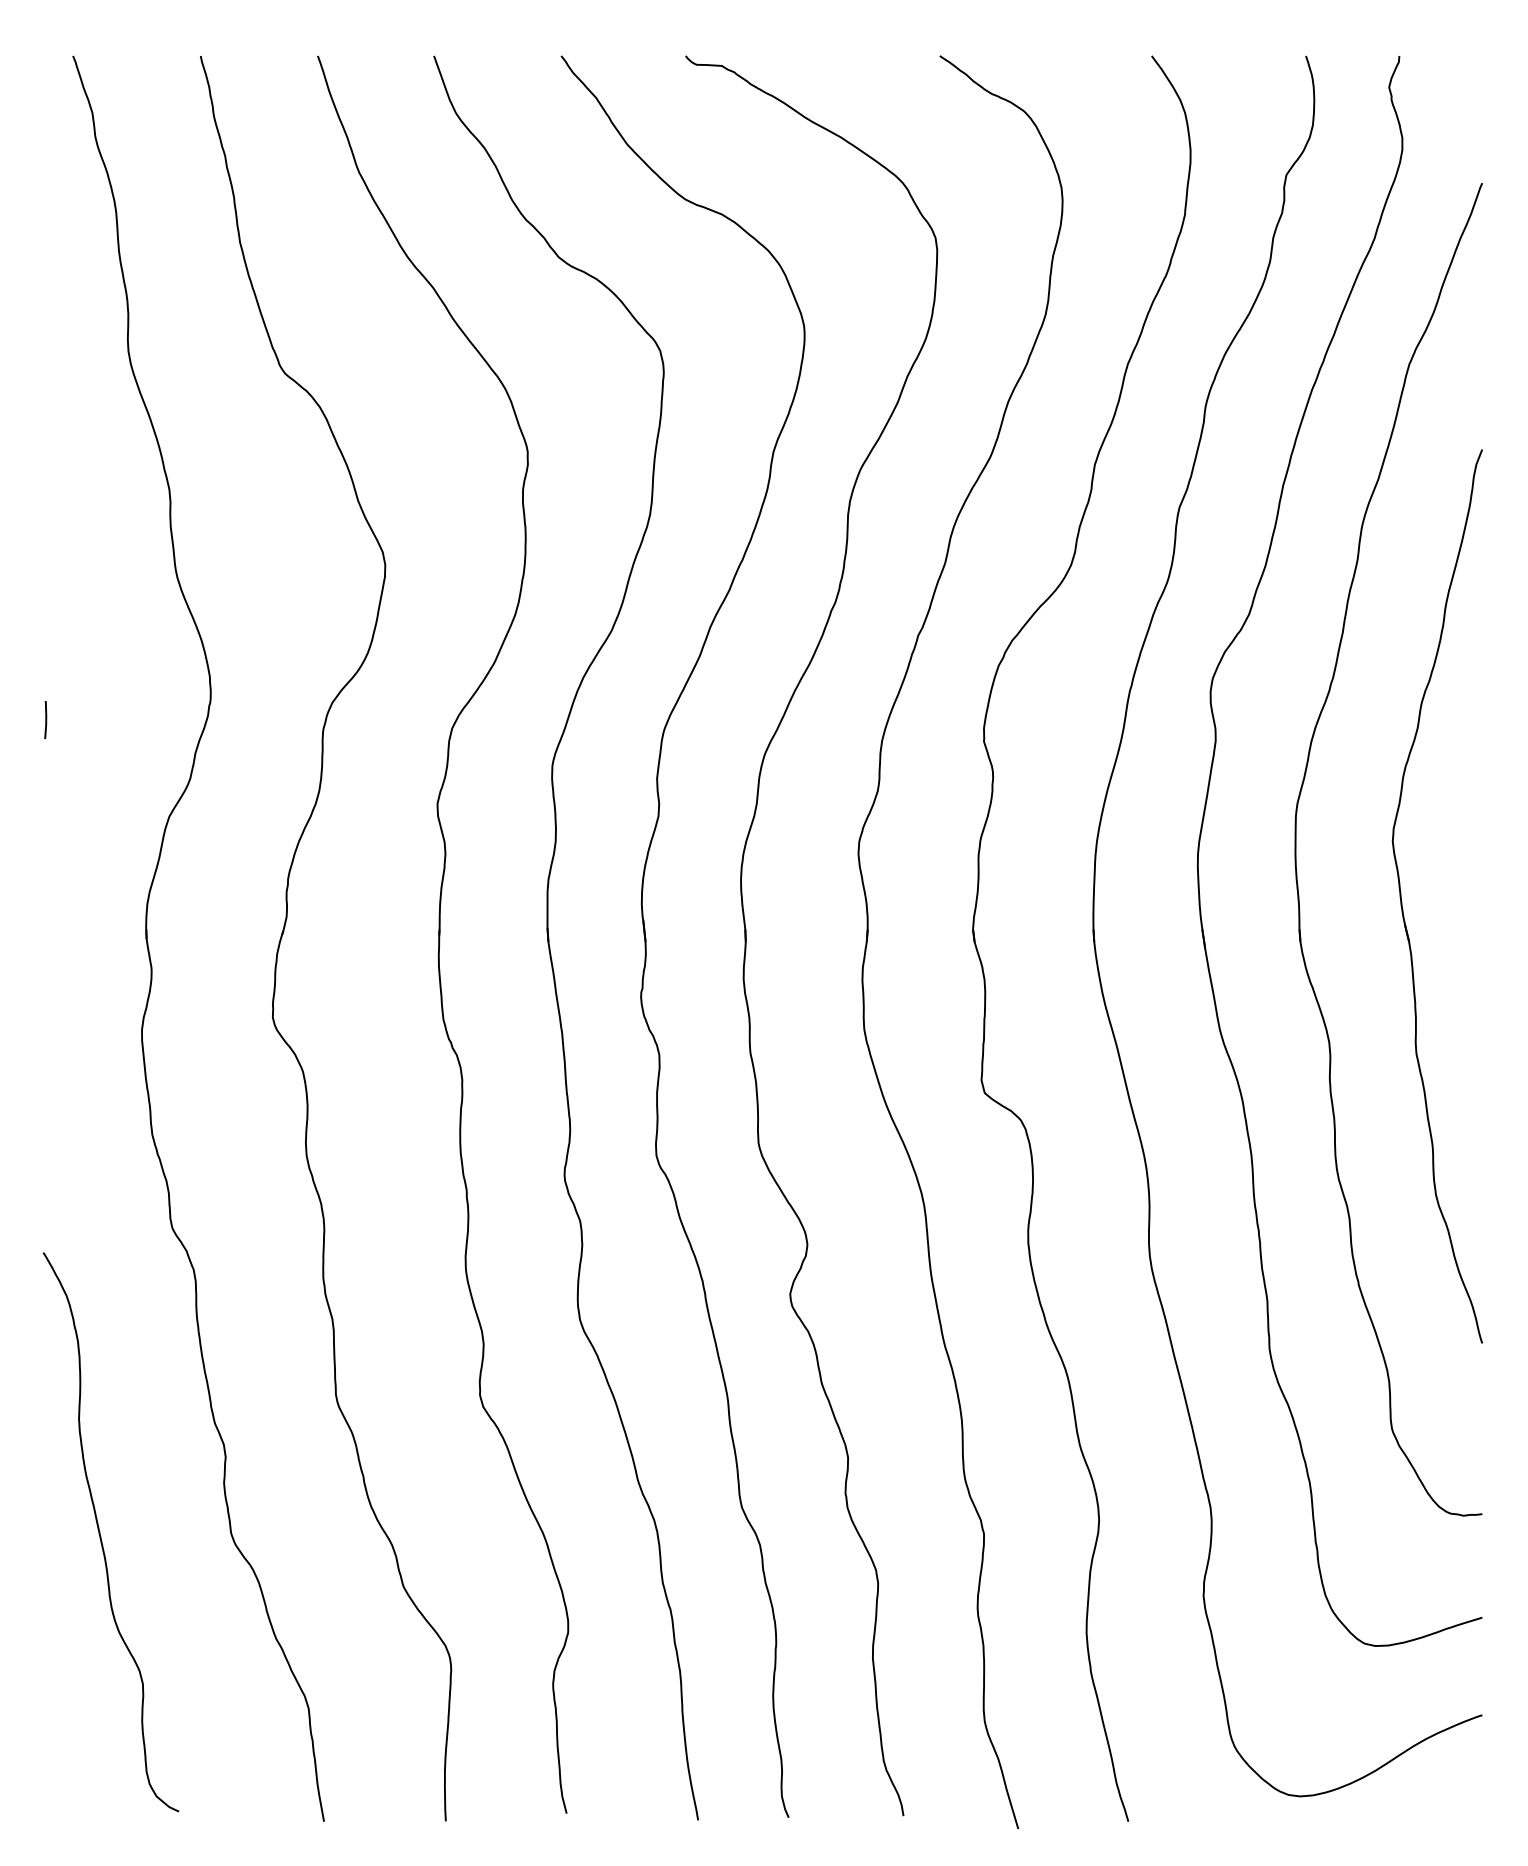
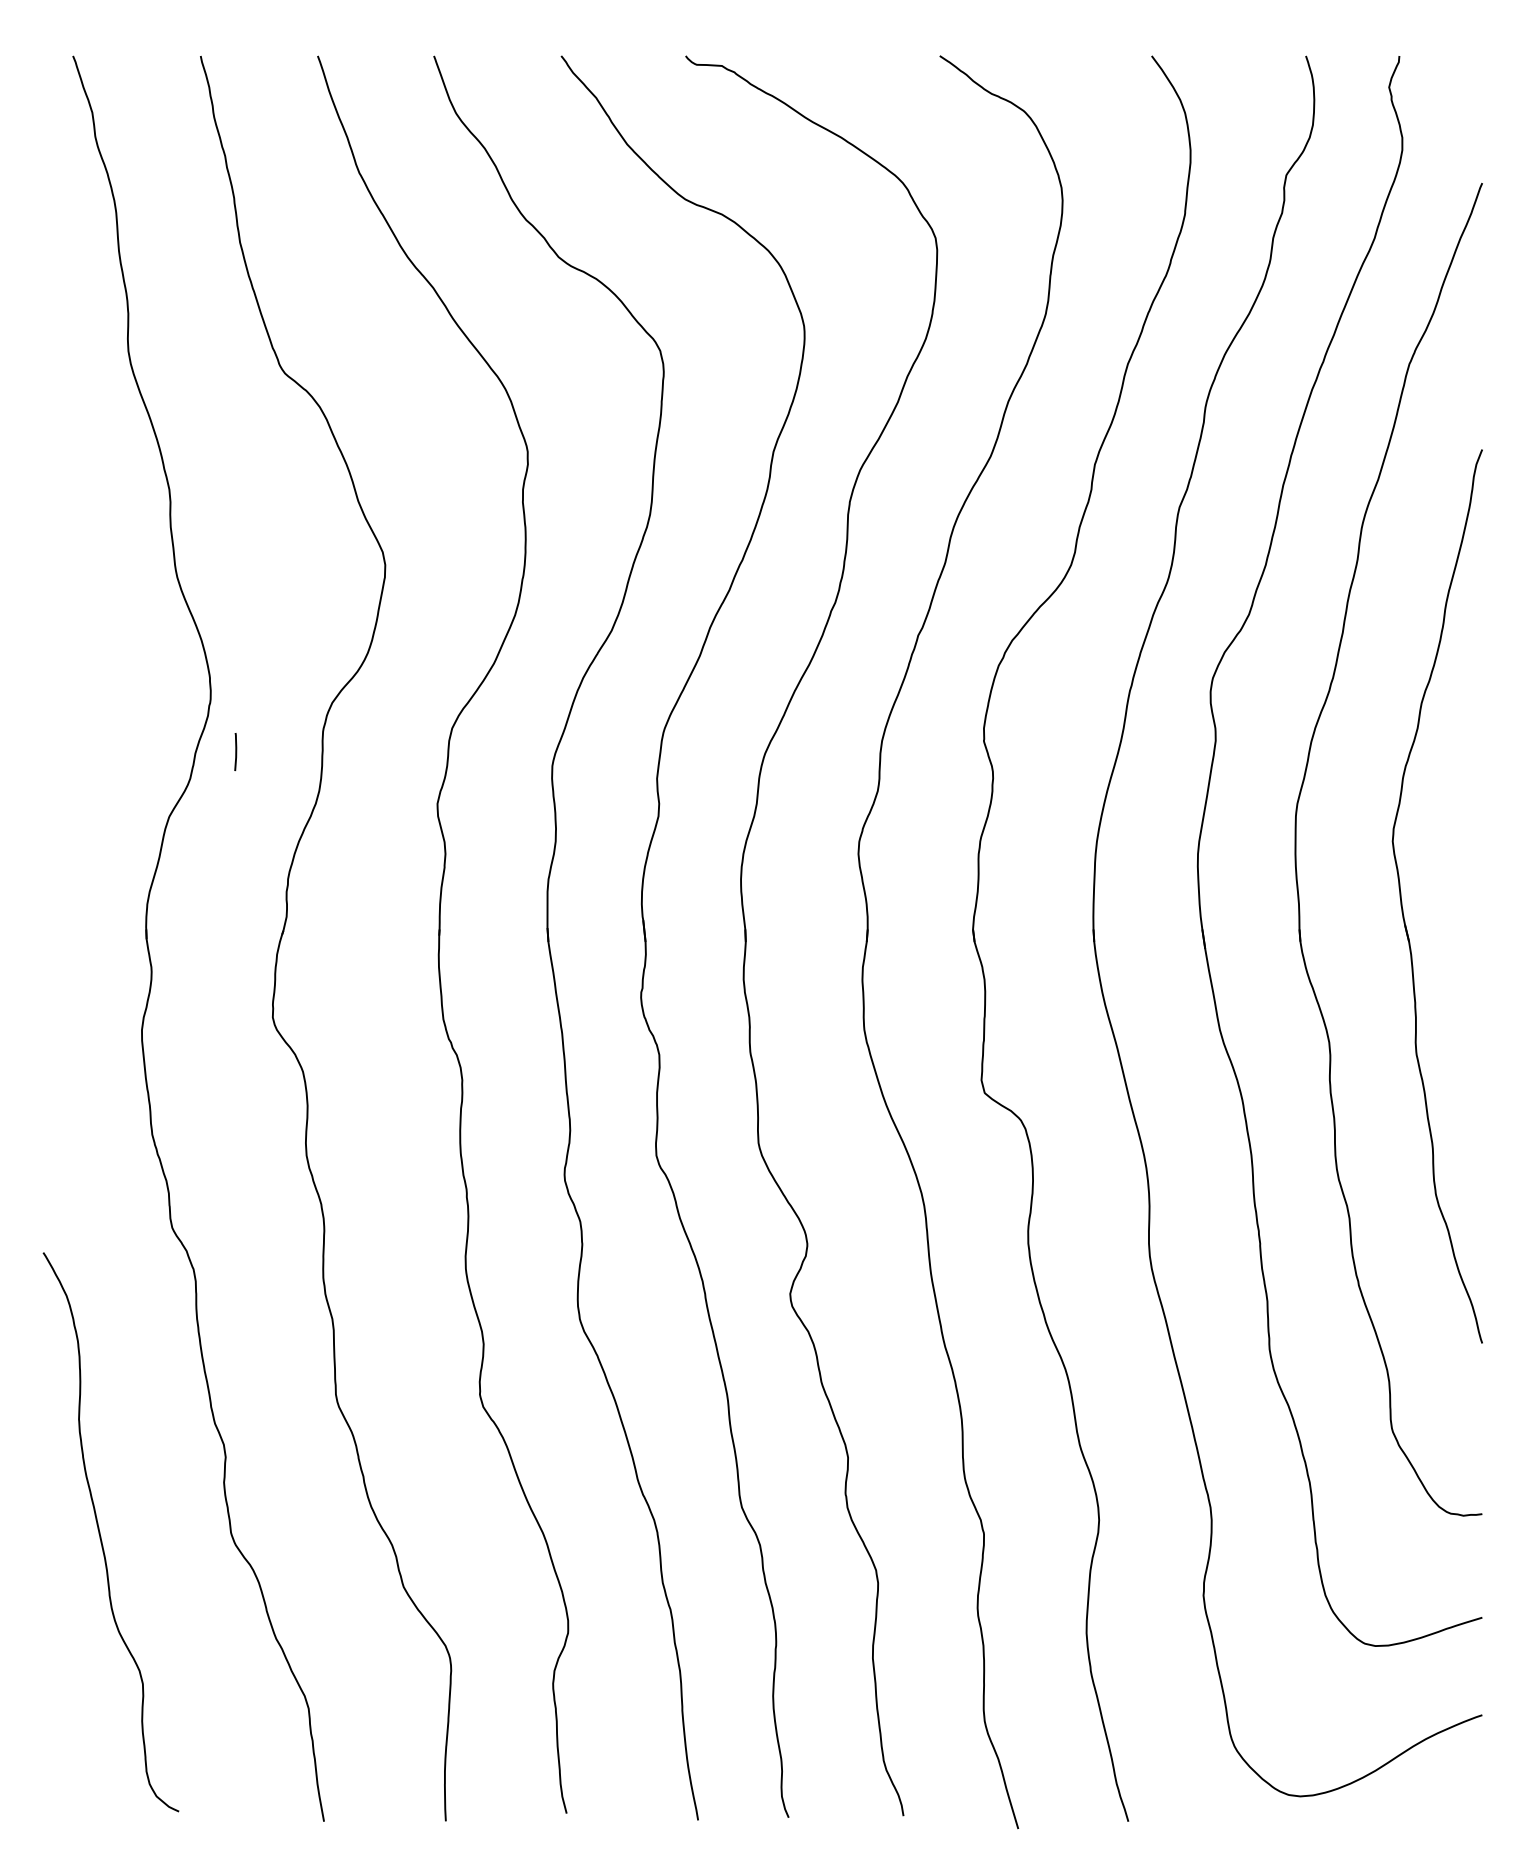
line at (45, 720) position: (45, 720) -> (235, 752)
